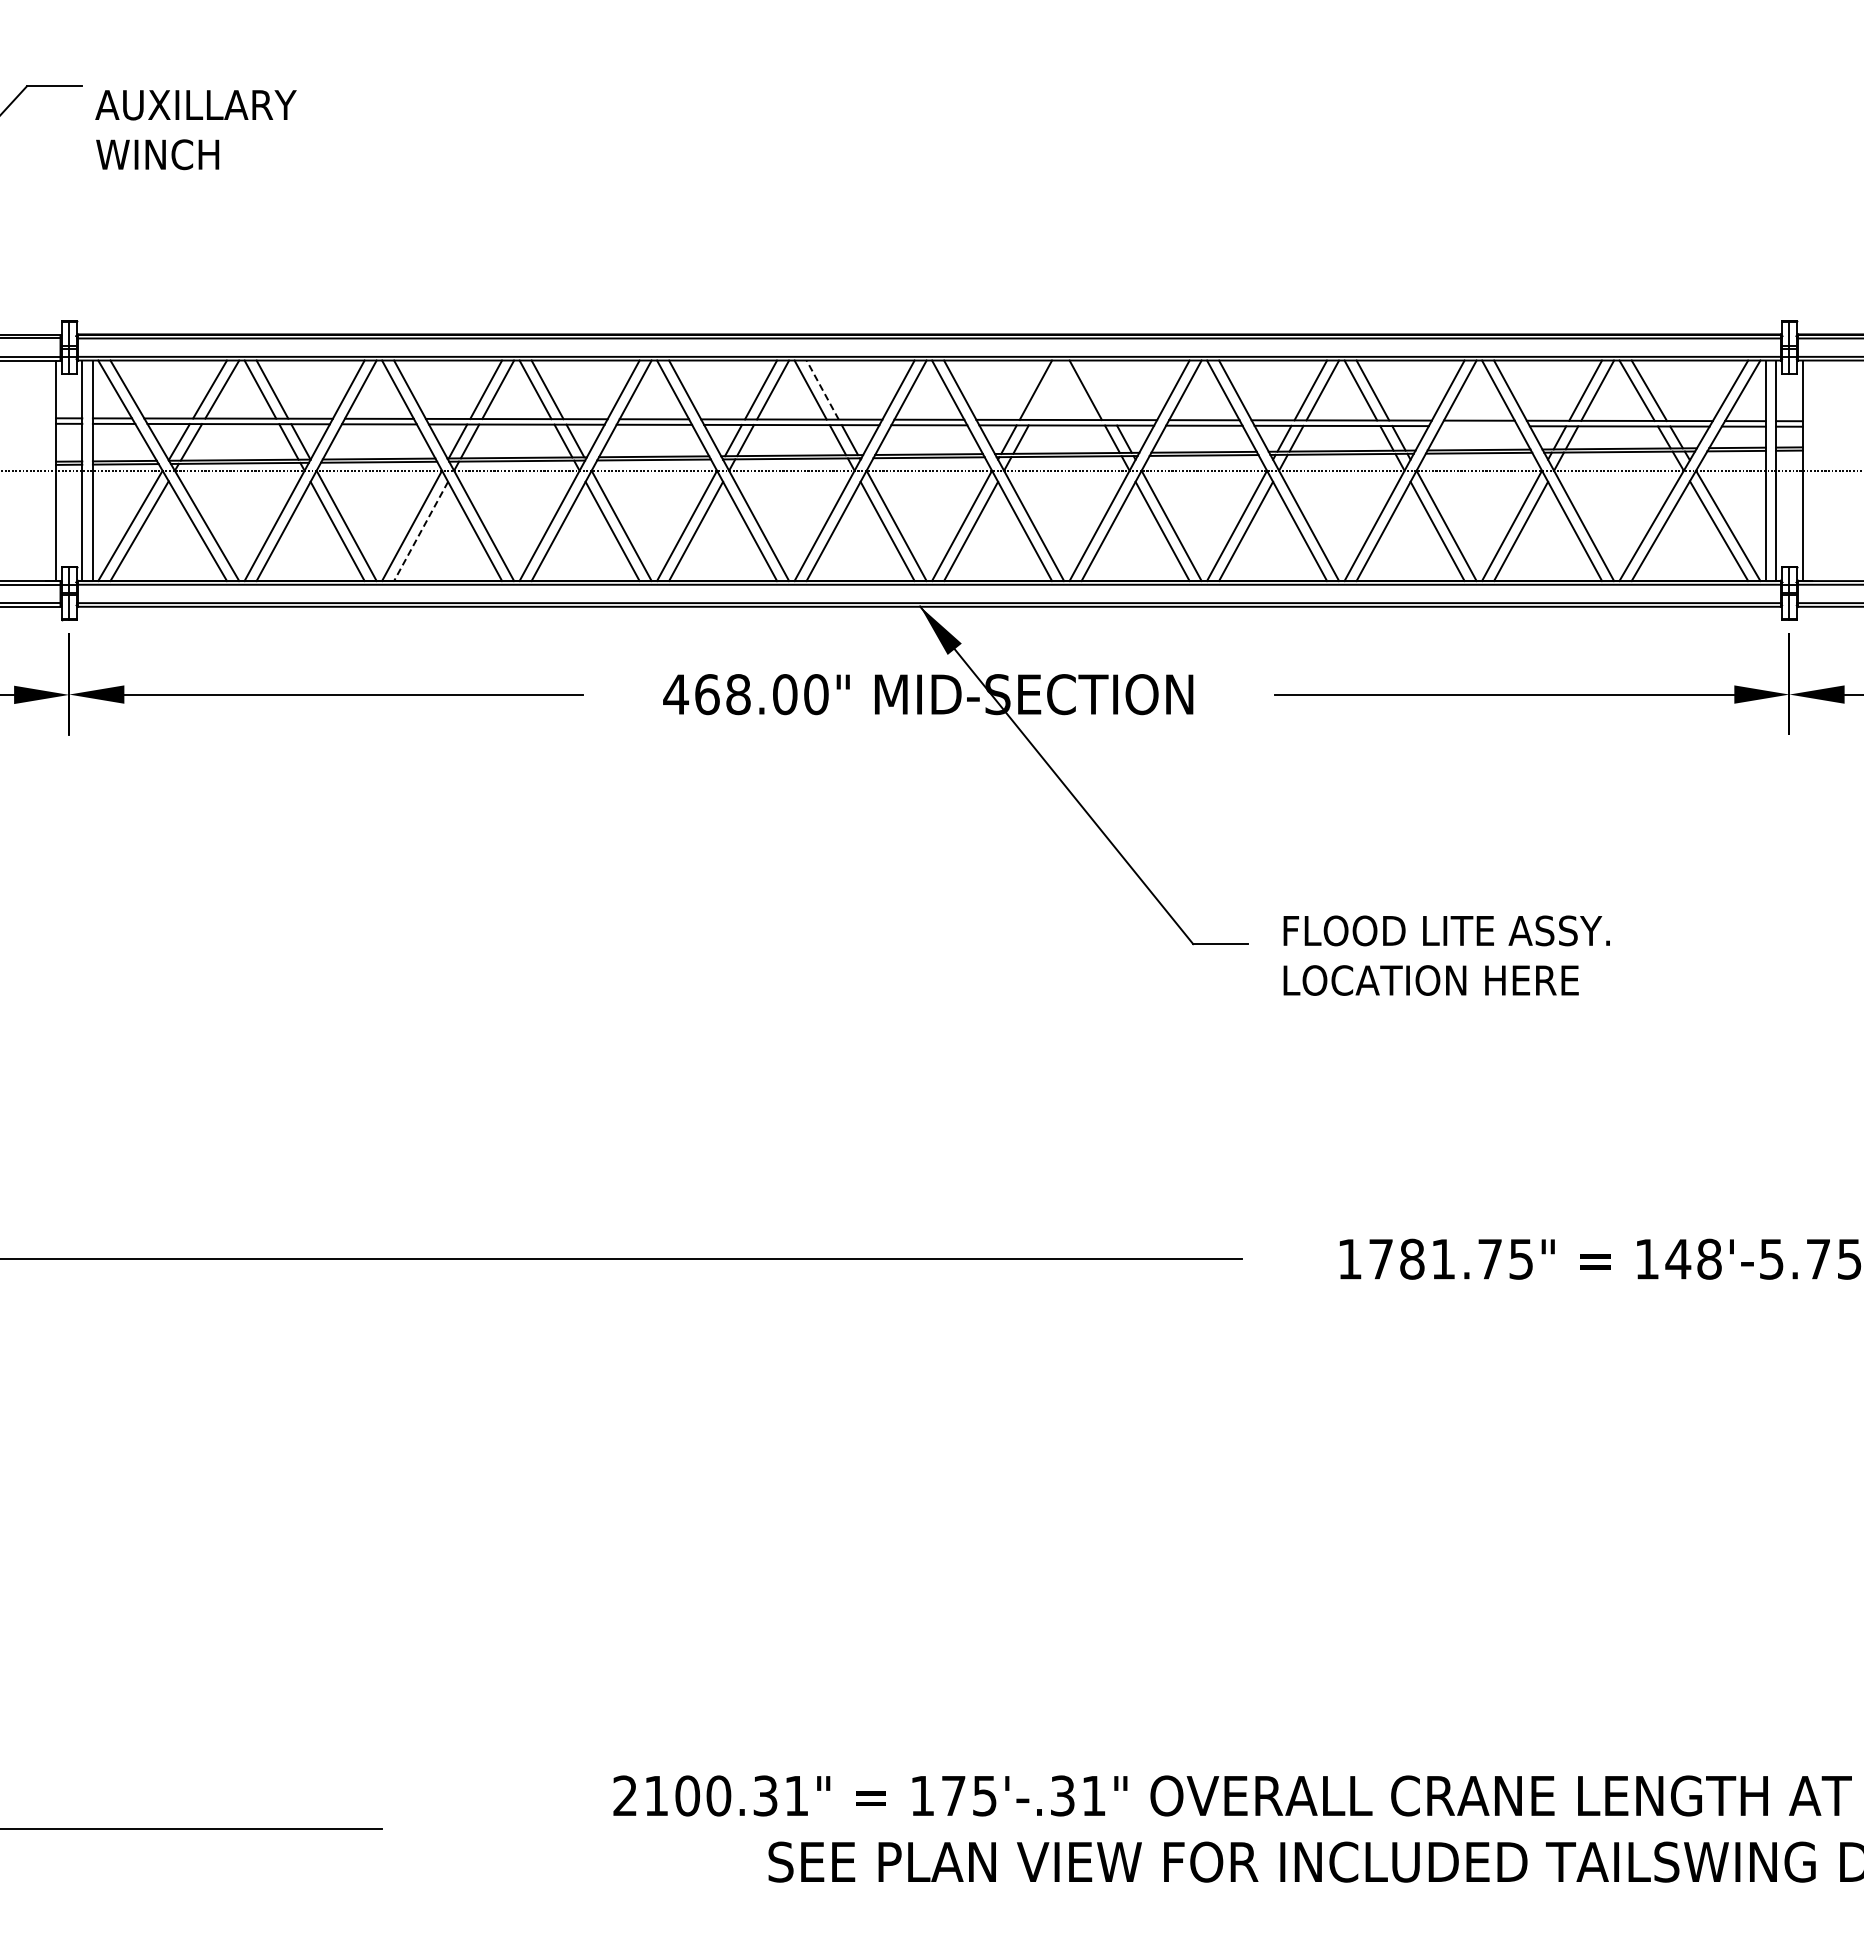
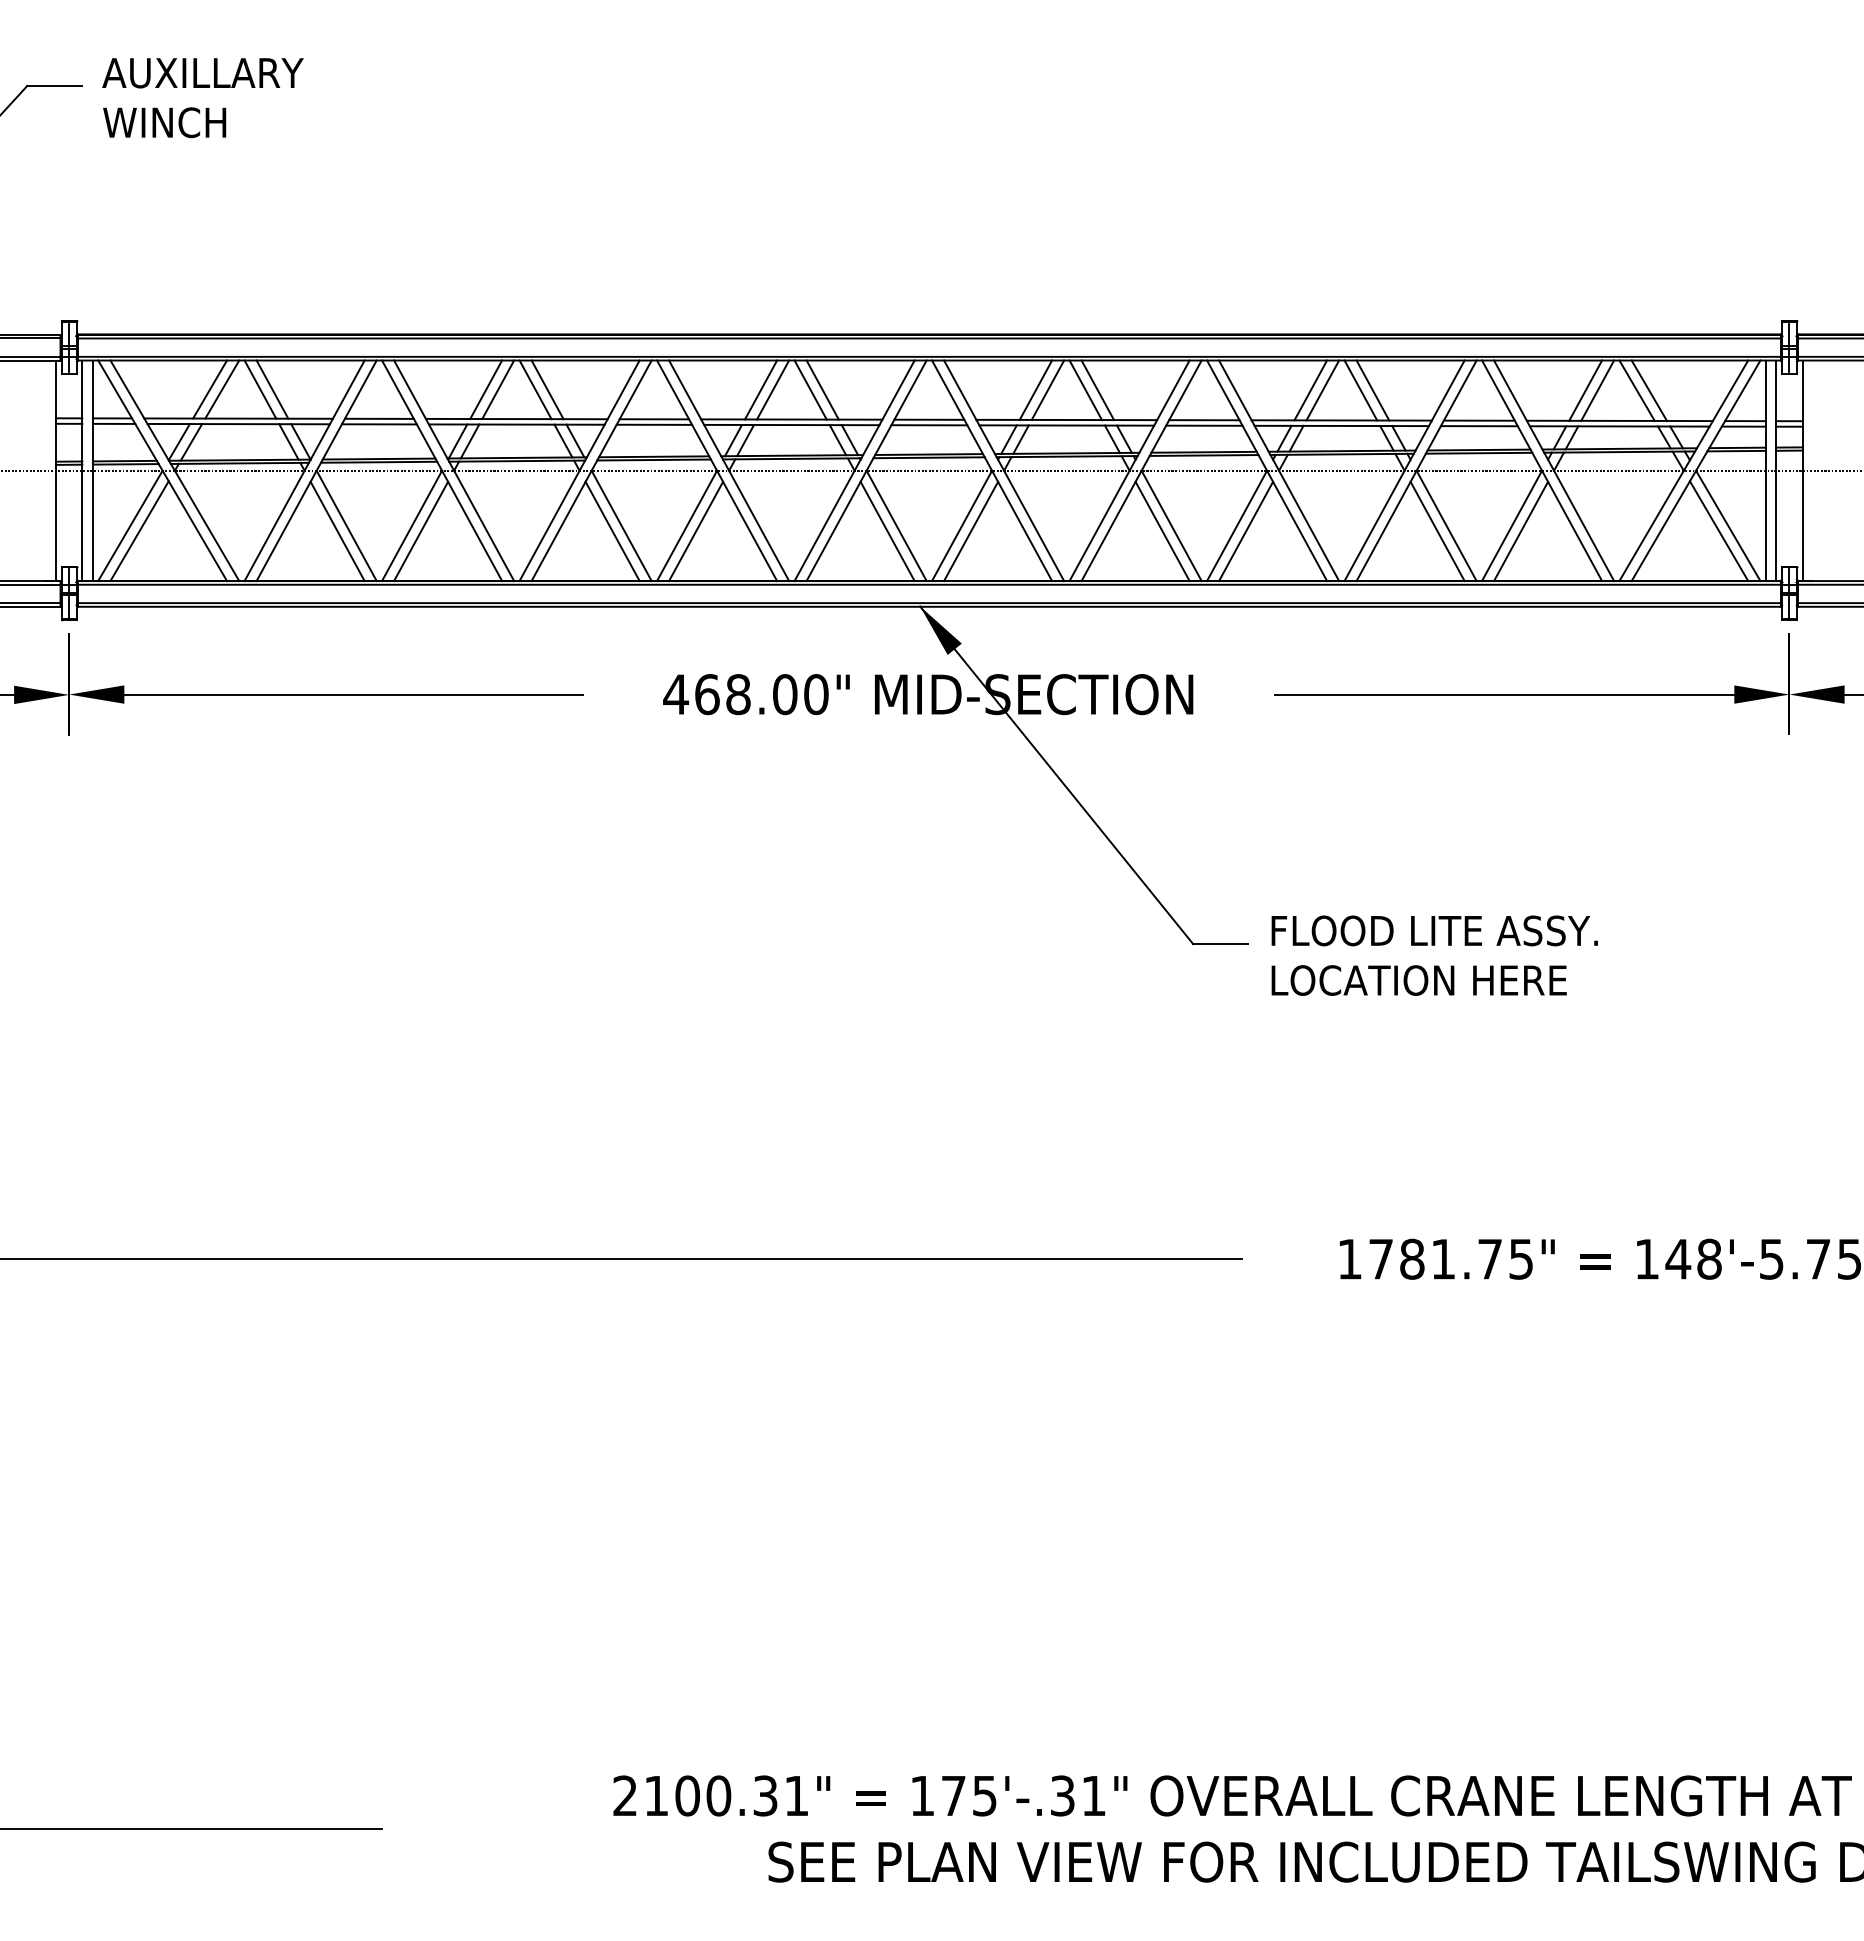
text at (195, 130) position: (195, 130) -> (202, 98)
line at (1047, 389): none -> present
line at (822, 390): dashed -> solid
line at (1097, 390): none -> present
line at (1478, 426): none -> present
line at (420, 531): dashed -> solid
text at (1446, 955) position: (1446, 955) -> (1434, 955)
